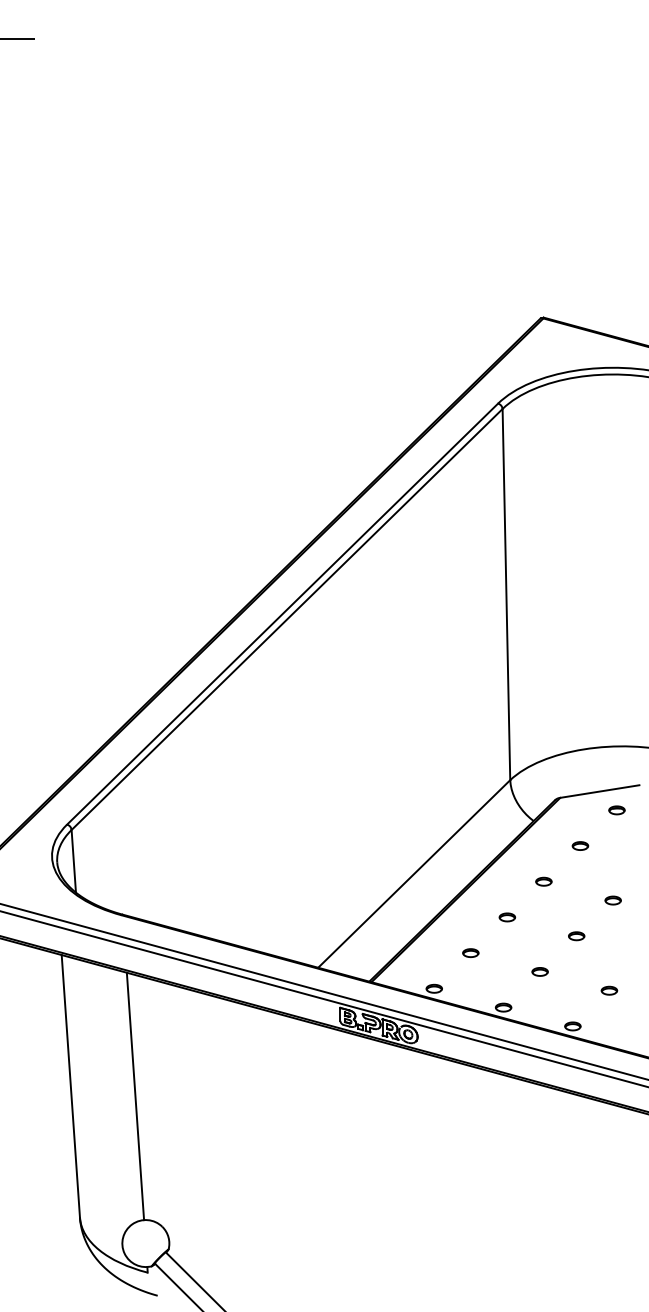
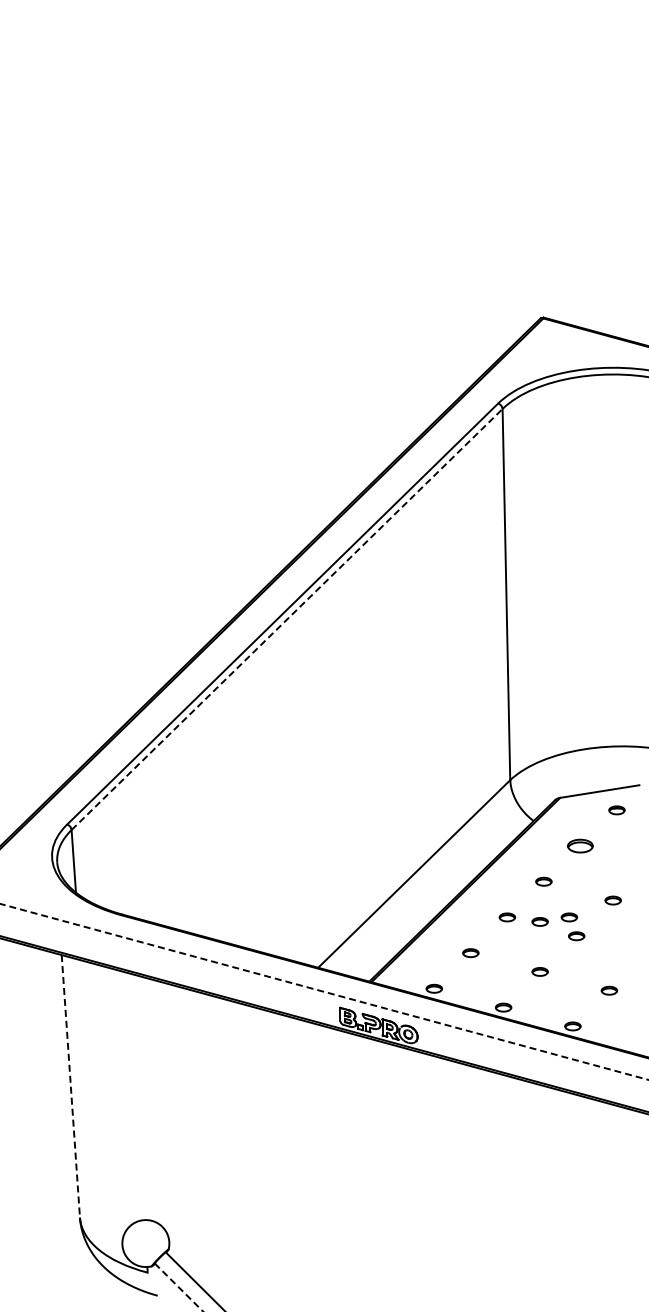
line at (18, 39): present -> none
line at (287, 619): solid -> dashed
part at (580, 845) size: 19x10 px -> 27x16 px
part at (569, 917): none -> present
part at (539, 921): none -> present
line at (324, 992): solid -> dashed
line at (323, 998): present -> none
line at (70, 1086): solid -> dashed
line at (135, 1096): present -> none
line at (178, 1287): solid -> dashed
